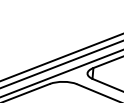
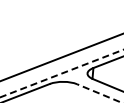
line at (61, 64): present -> none
line at (61, 73): solid -> dashed
line at (99, 93): solid -> dashed
